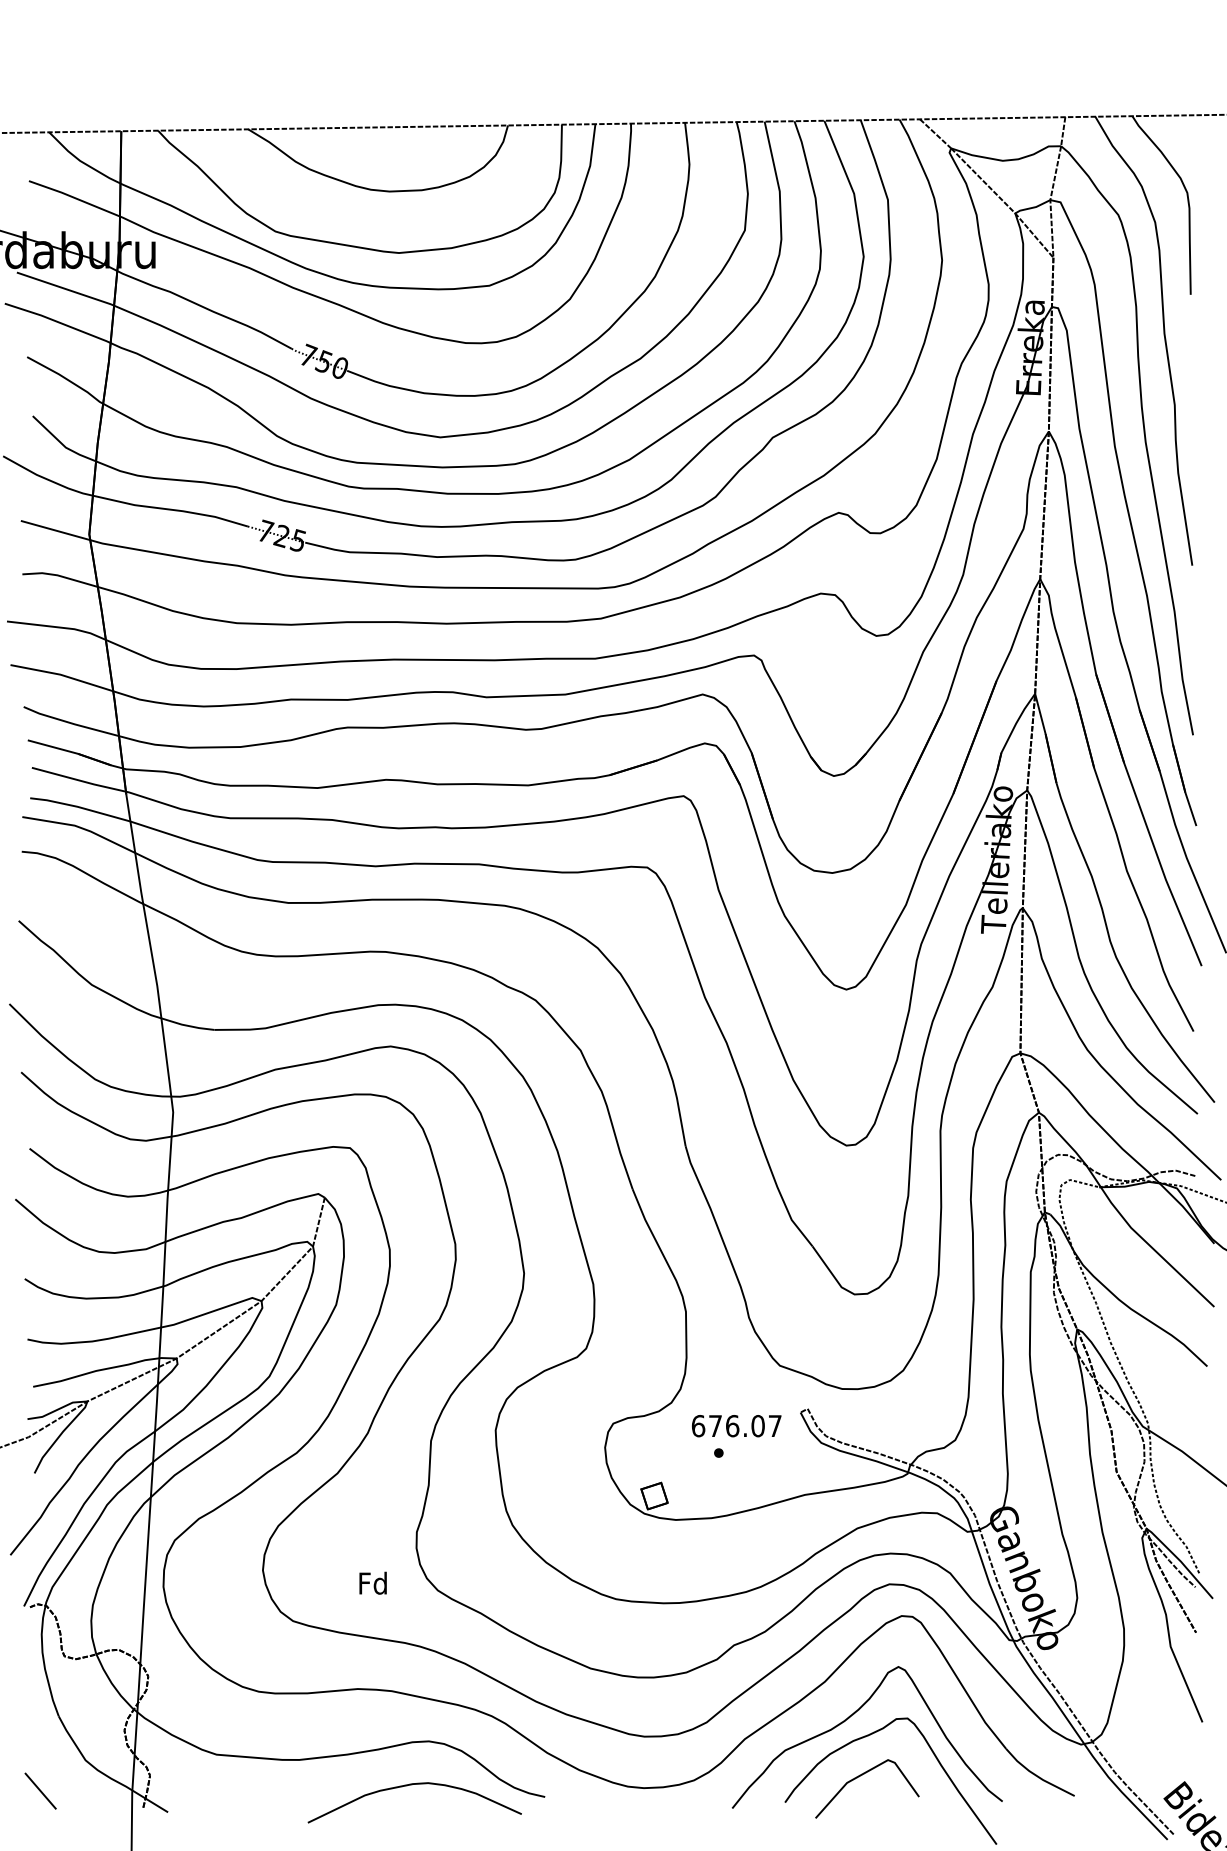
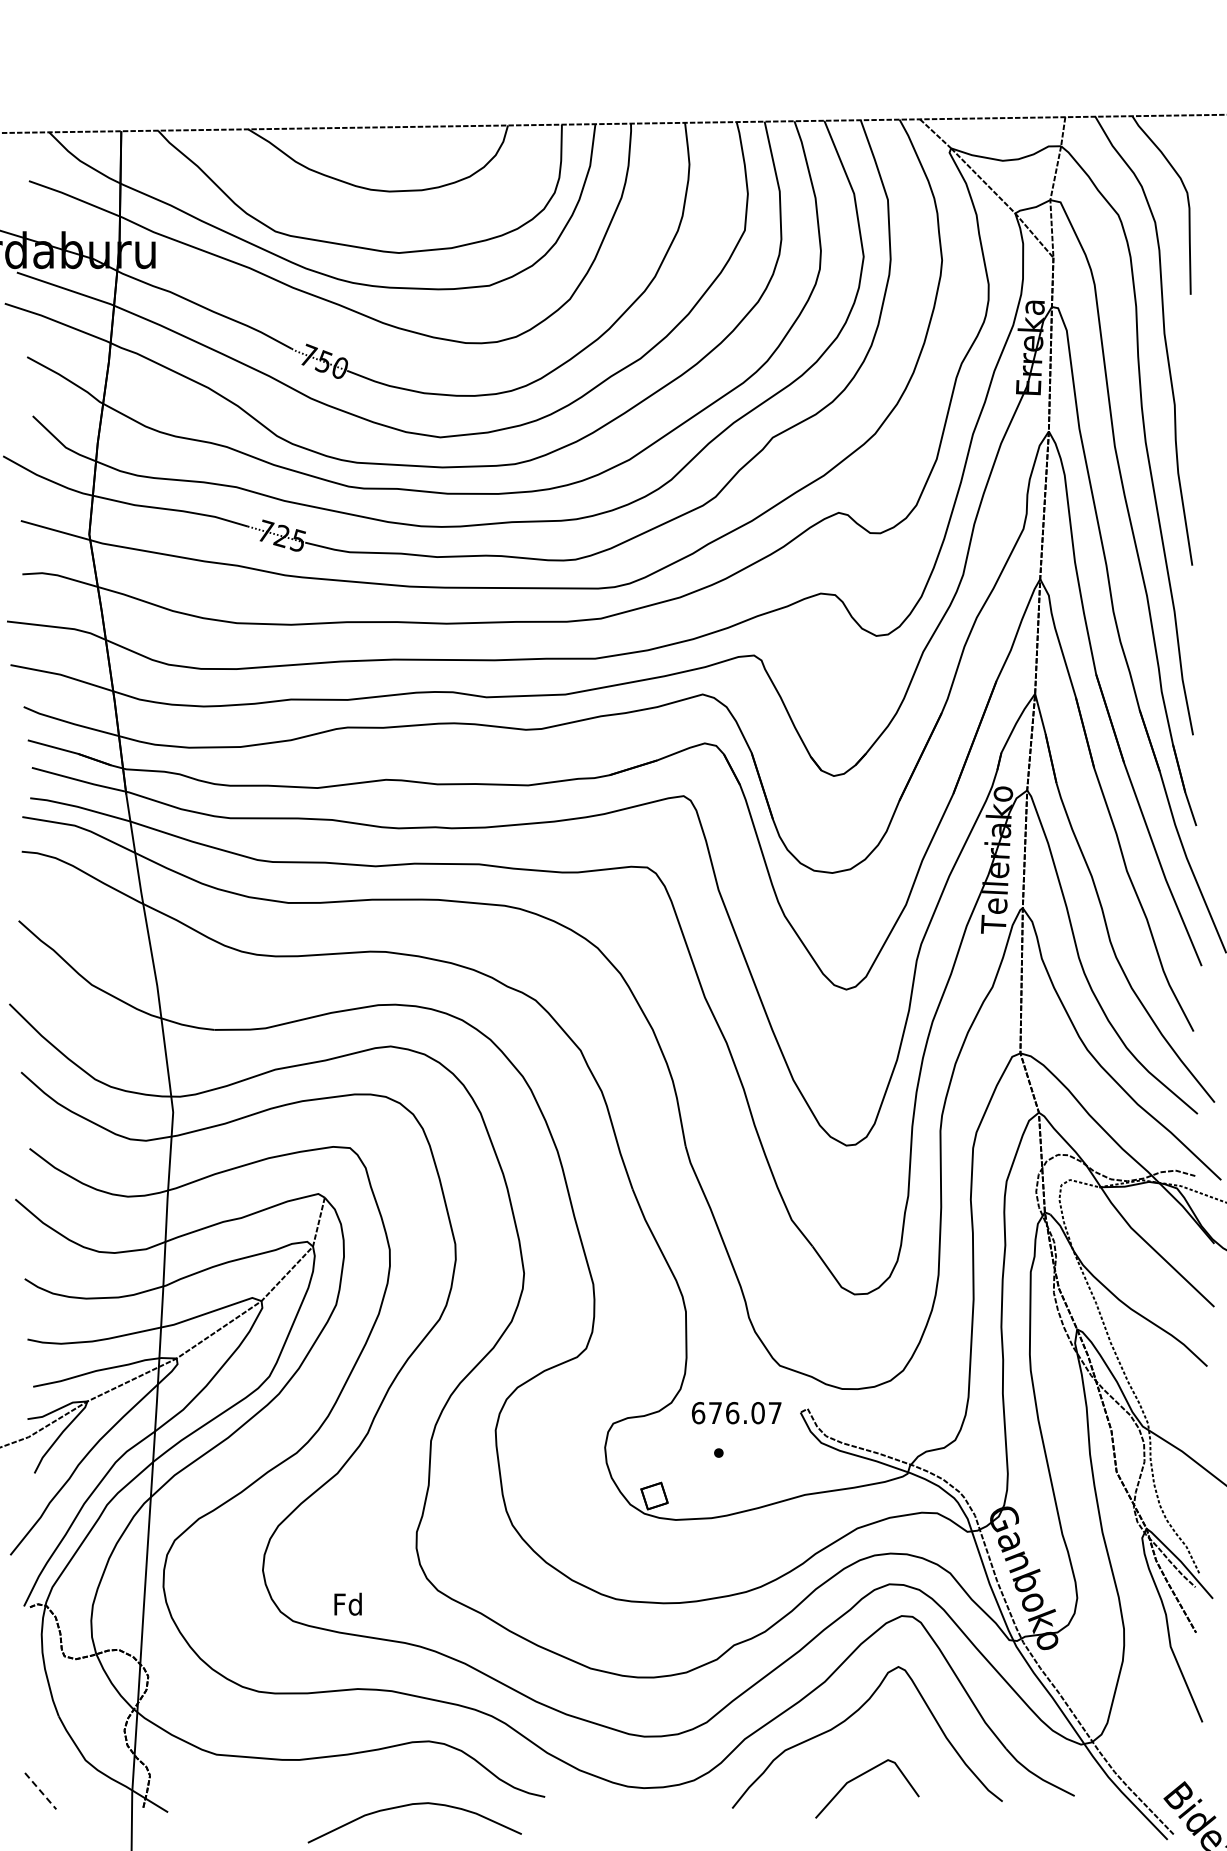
text at (736, 1426) position: (736, 1426) -> (736, 1413)
text at (372, 1582) position: (372, 1582) -> (347, 1603)
curve at (868, 1736): present -> none
curve at (412, 1785) position: (412, 1785) -> (412, 1805)
line at (40, 1791): solid -> dashed
